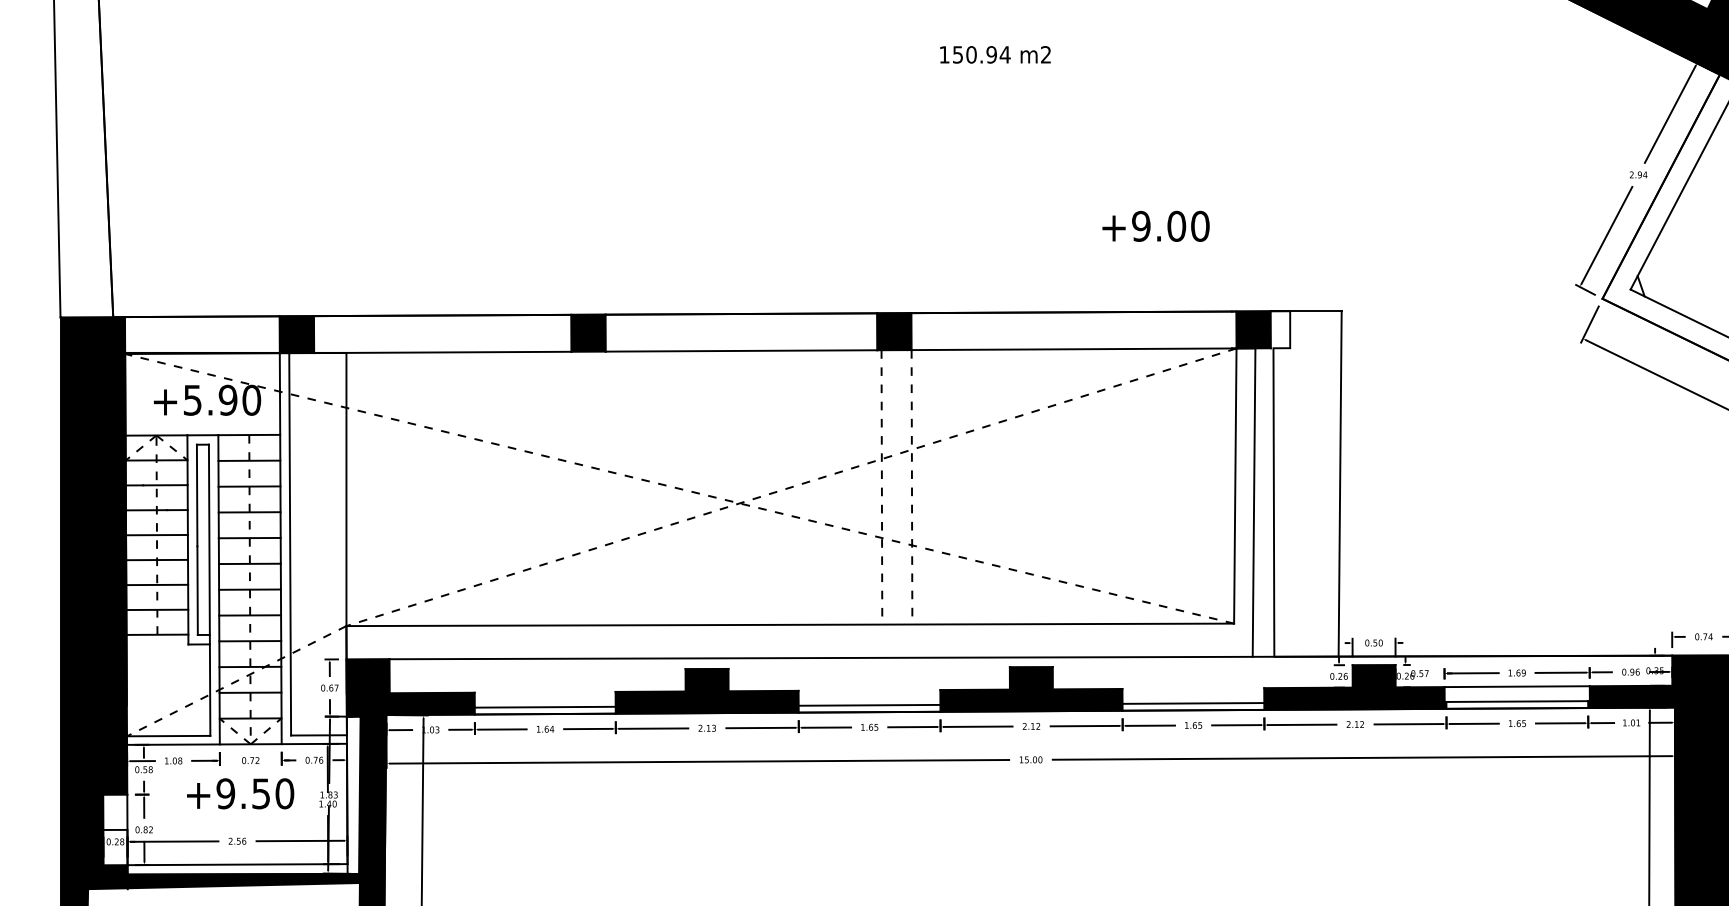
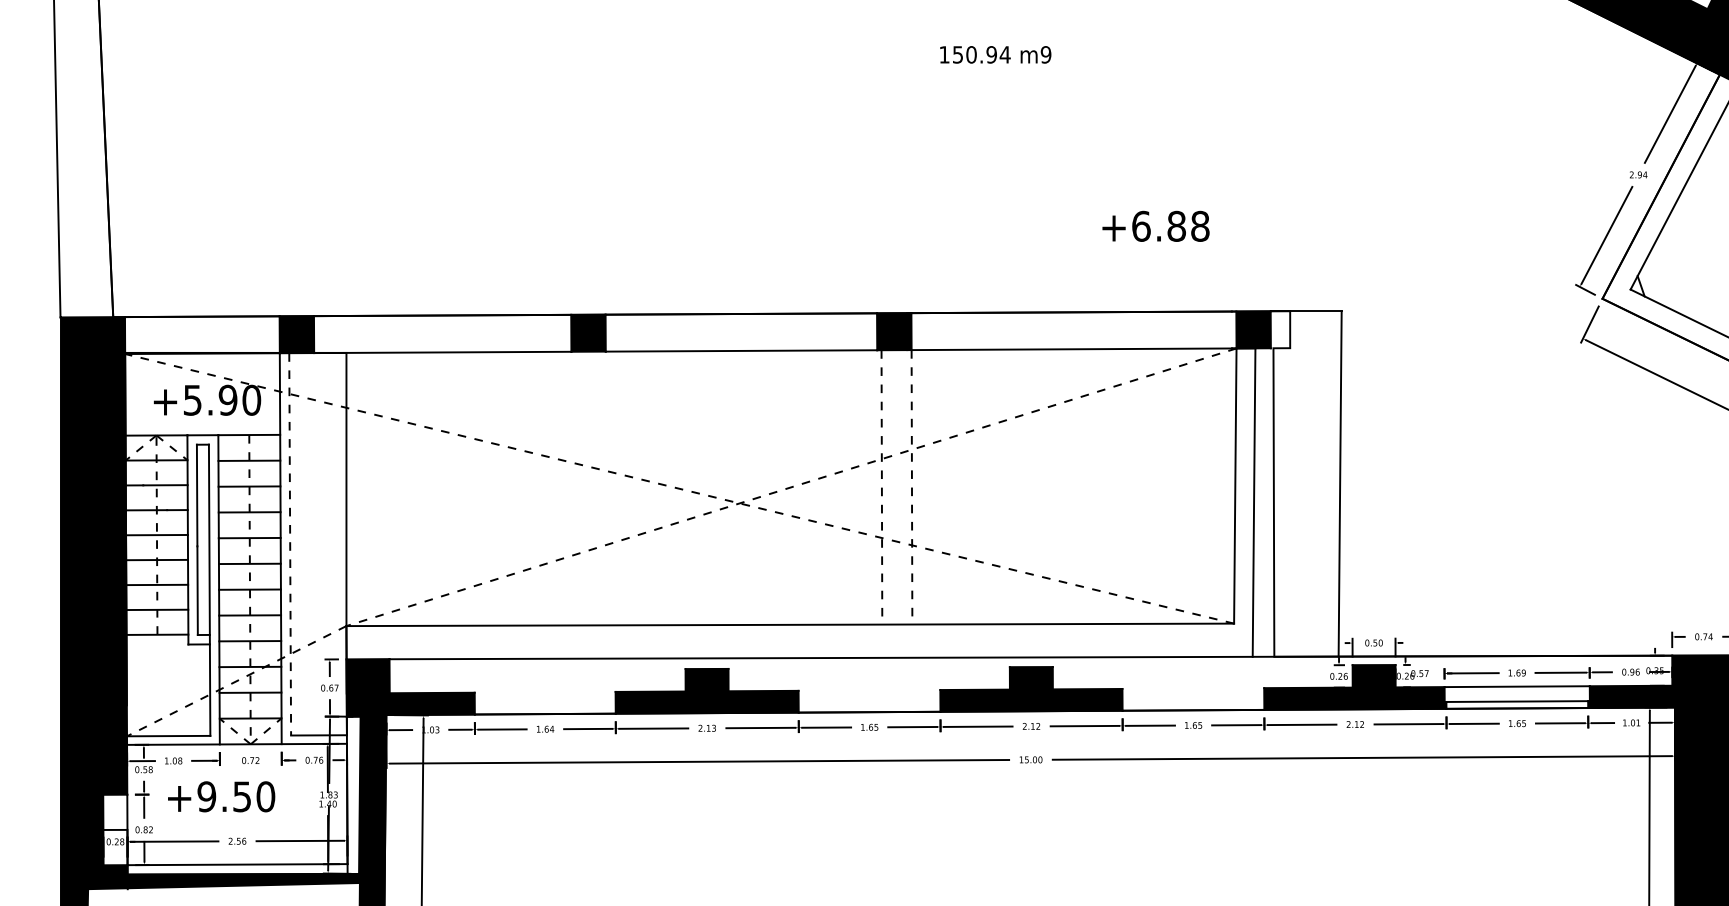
text at (1045, 54): m2 -> m9
text at (1170, 225): +9.00 -> +6.88
line at (290, 544): solid -> dashed
line at (1193, 703): present -> none
line at (869, 704): present -> none
line at (544, 706): present -> none
text at (240, 793) position: (240, 793) -> (221, 796)
